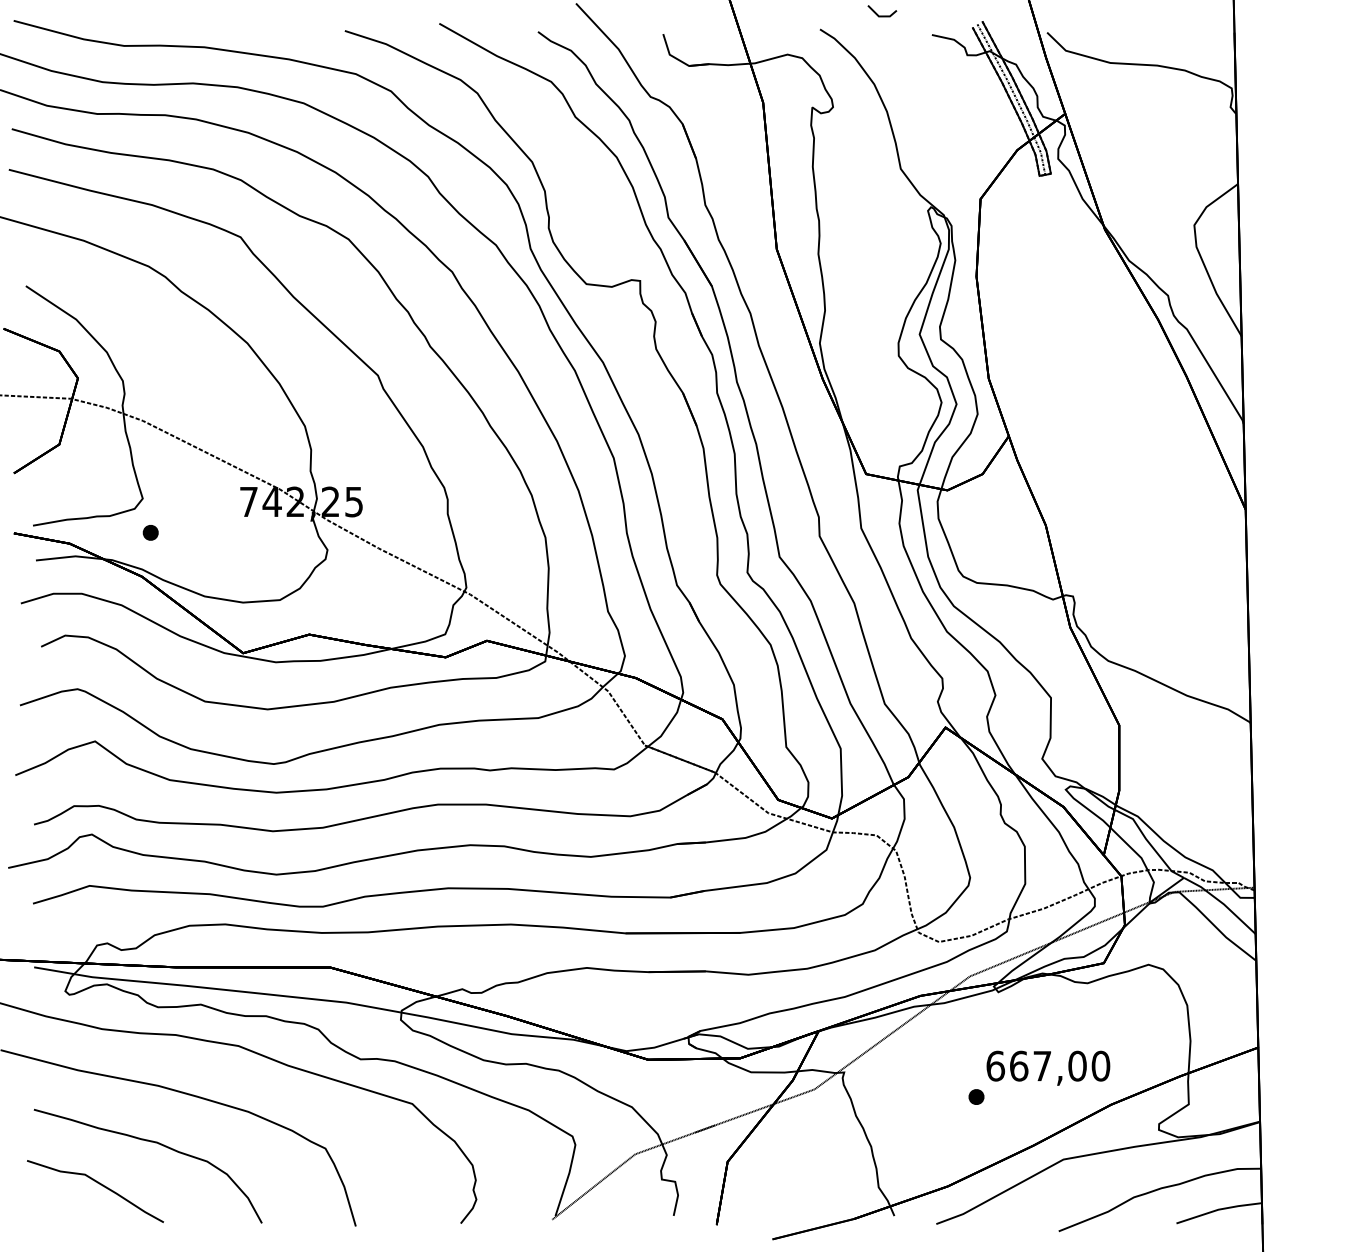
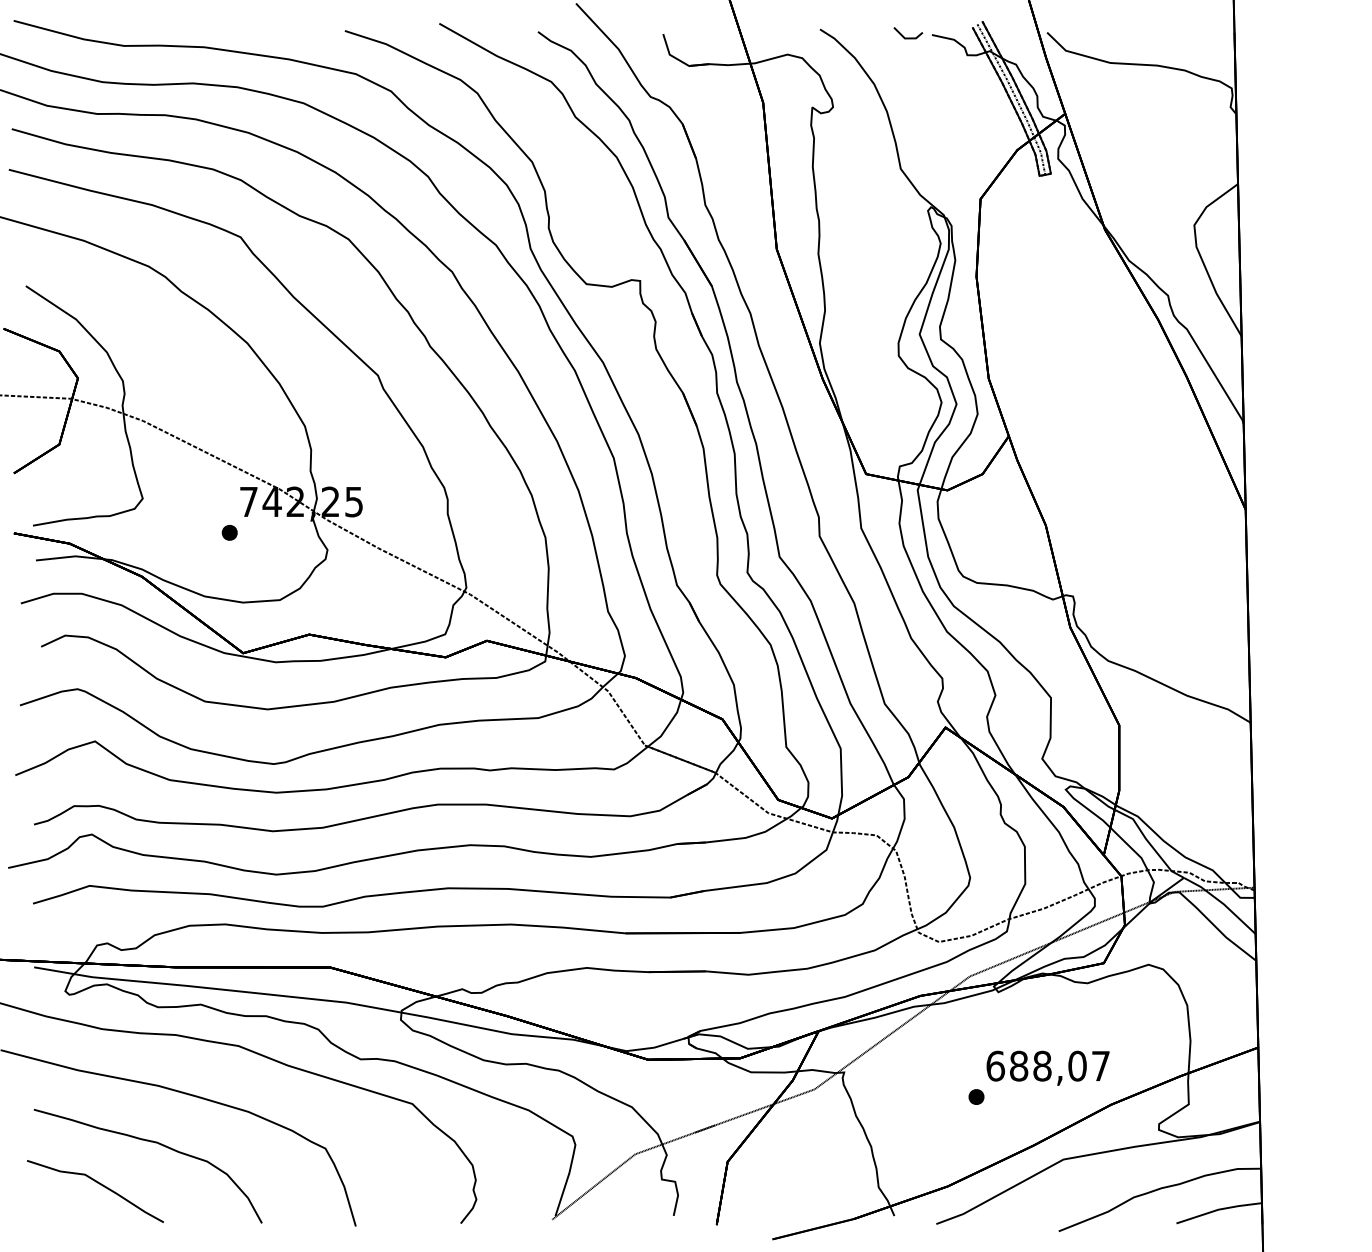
line at (882, 15) position: (882, 15) -> (908, 37)
part at (150, 532) position: (150, 532) -> (229, 532)
text at (1060, 1065): 667,00 -> 688,07
